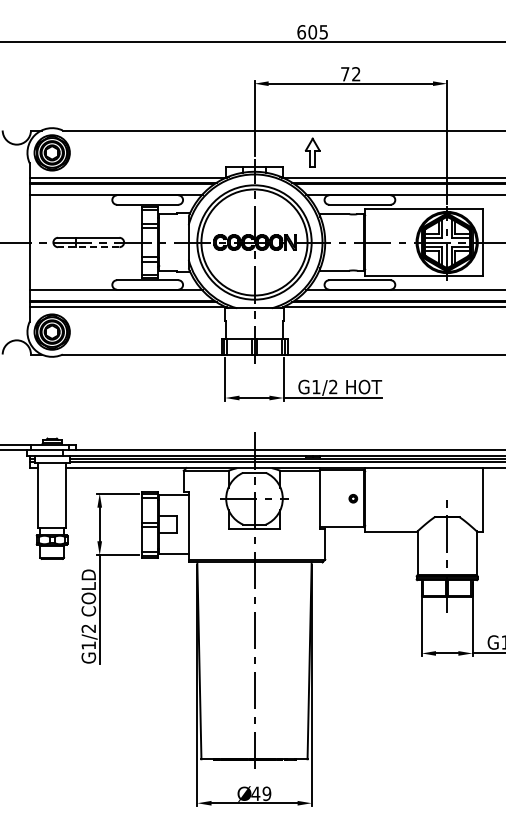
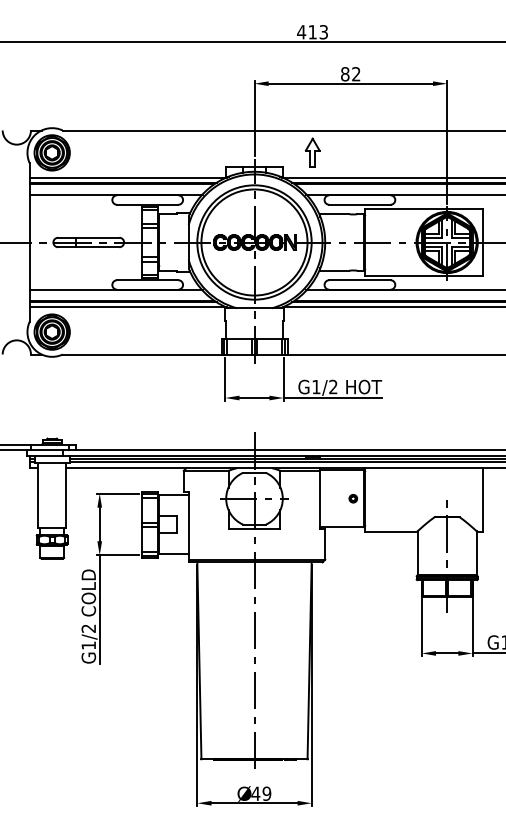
text at (312, 32): 605 -> 413
text at (345, 74): 72 -> 82
line at (88, 247): dashed -> solid
